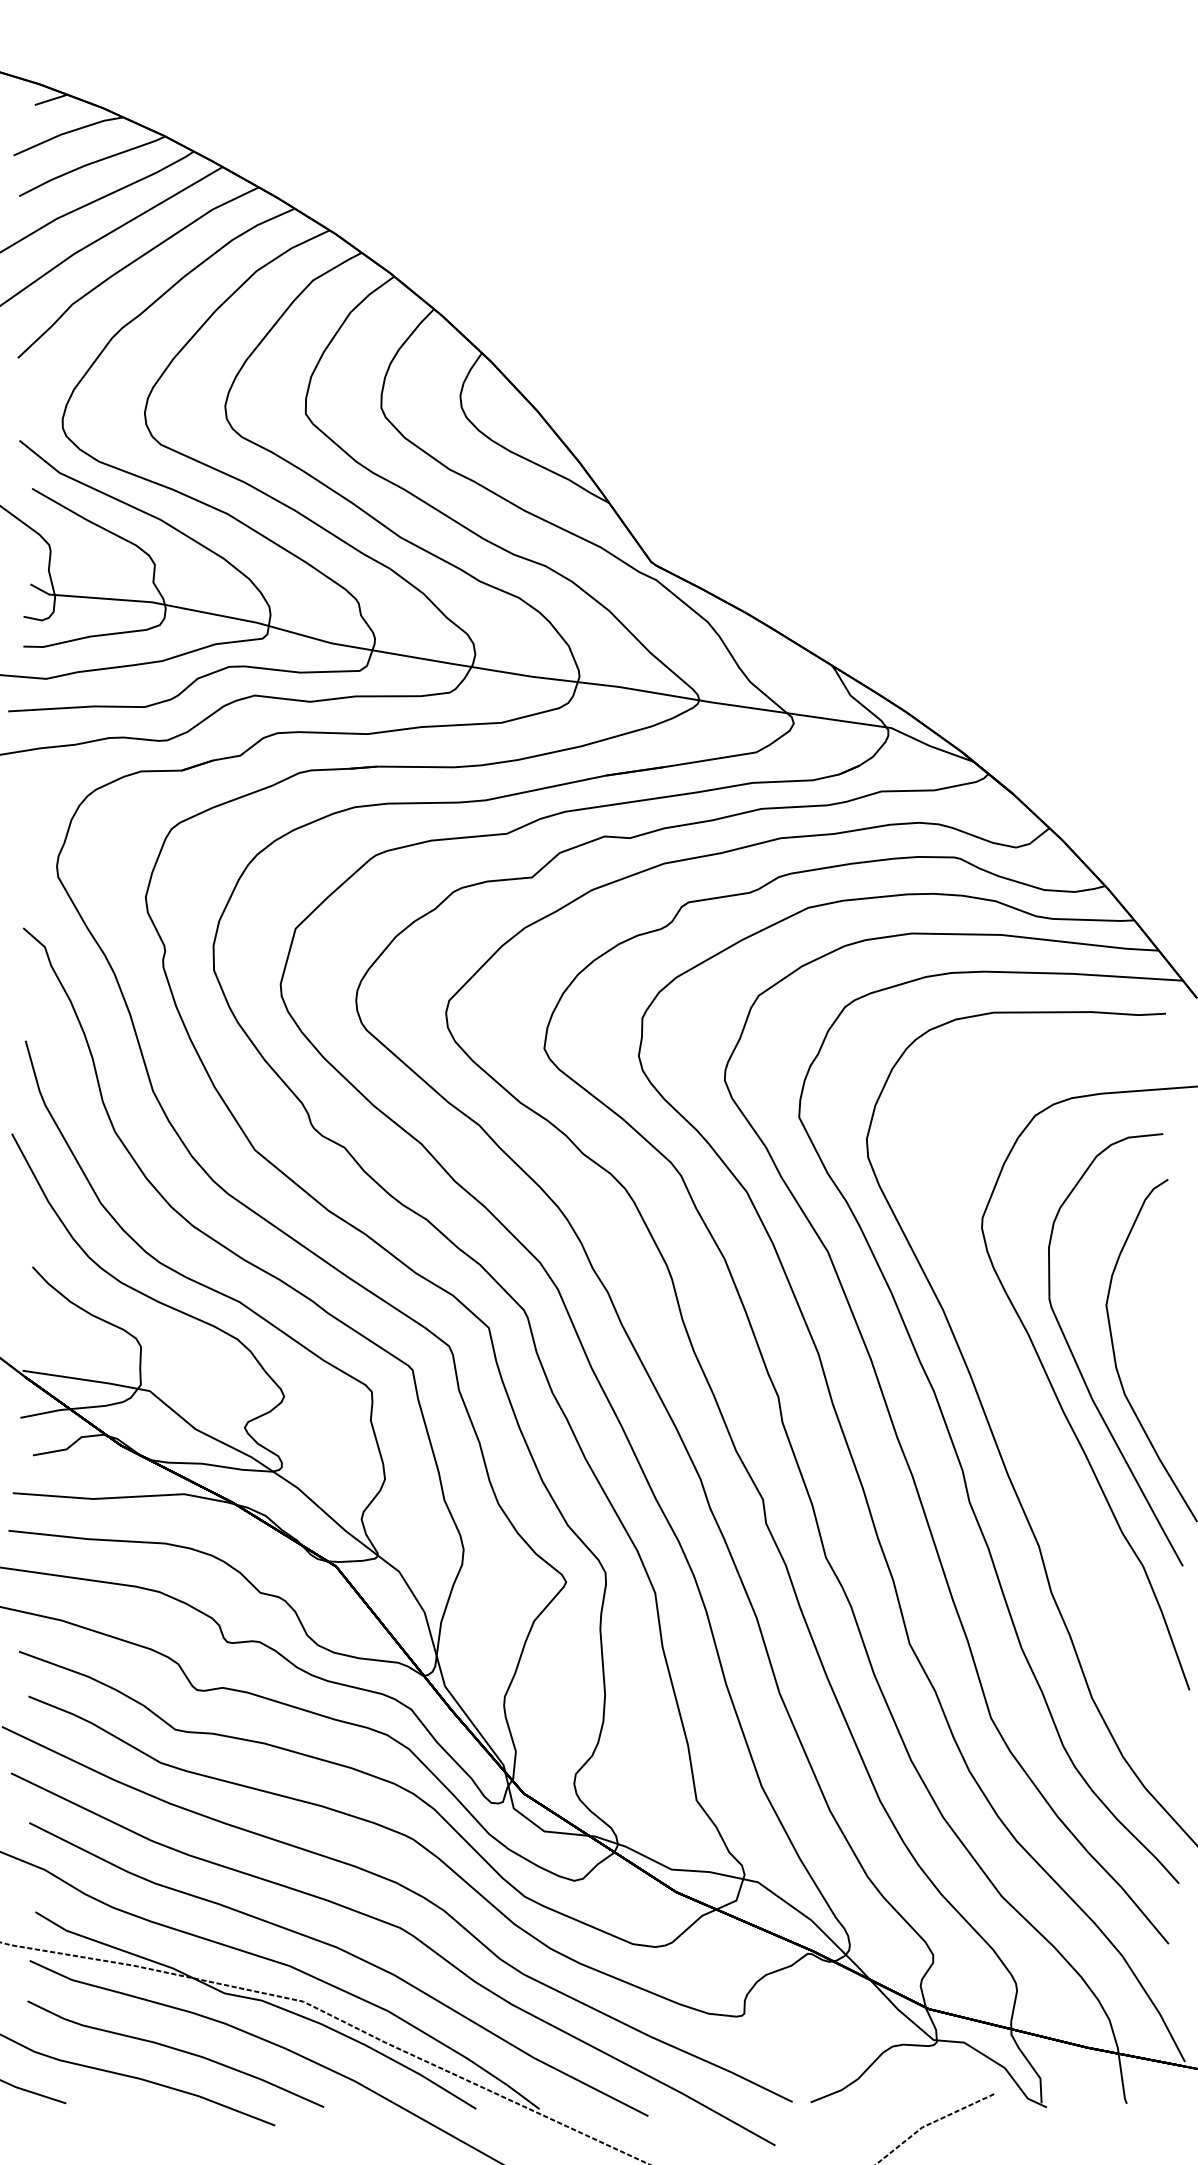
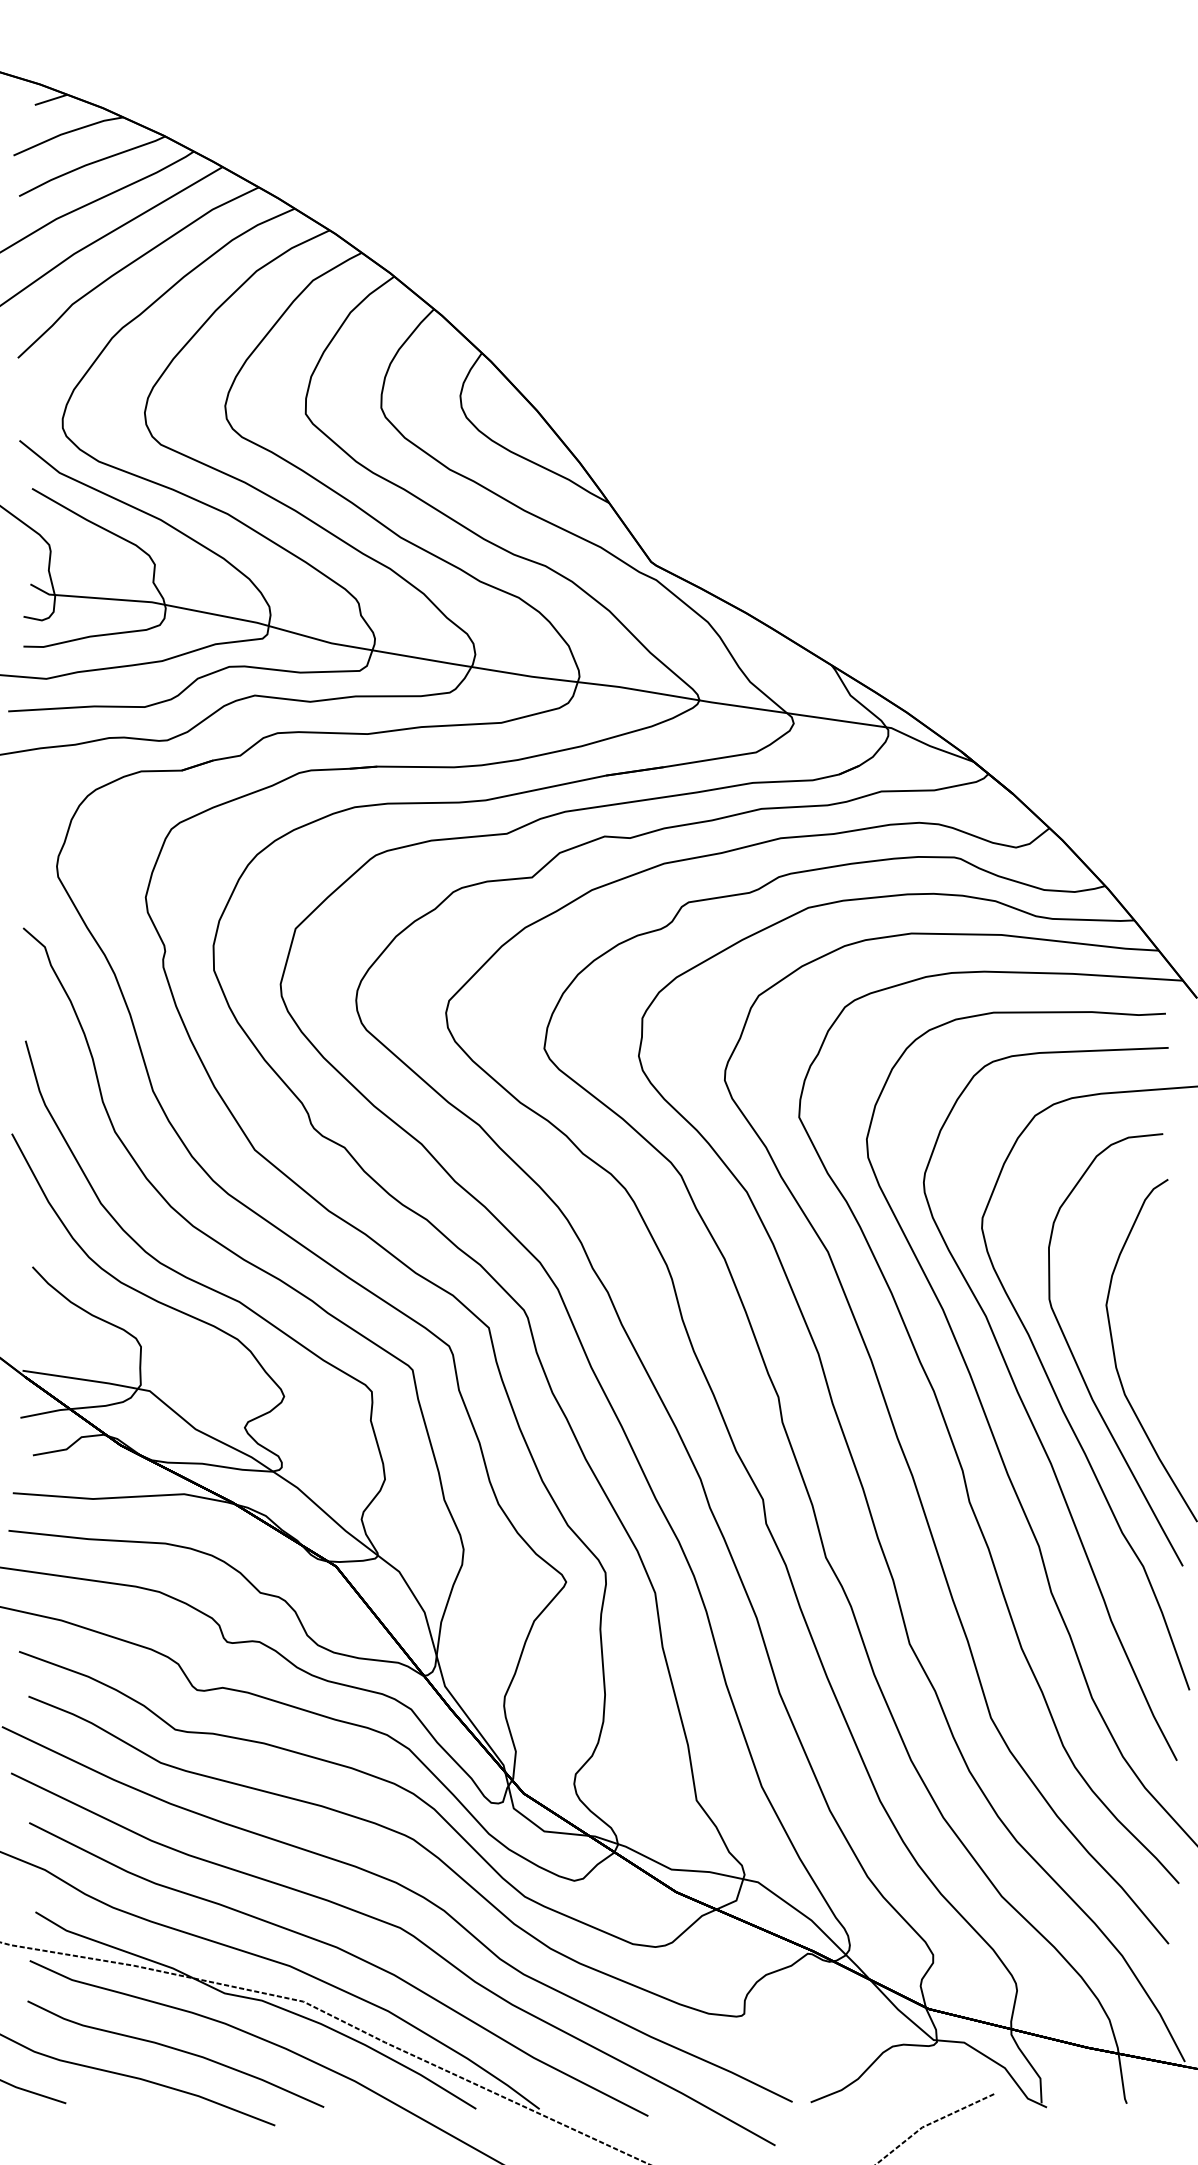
curve at (1029, 1414): none -> present
